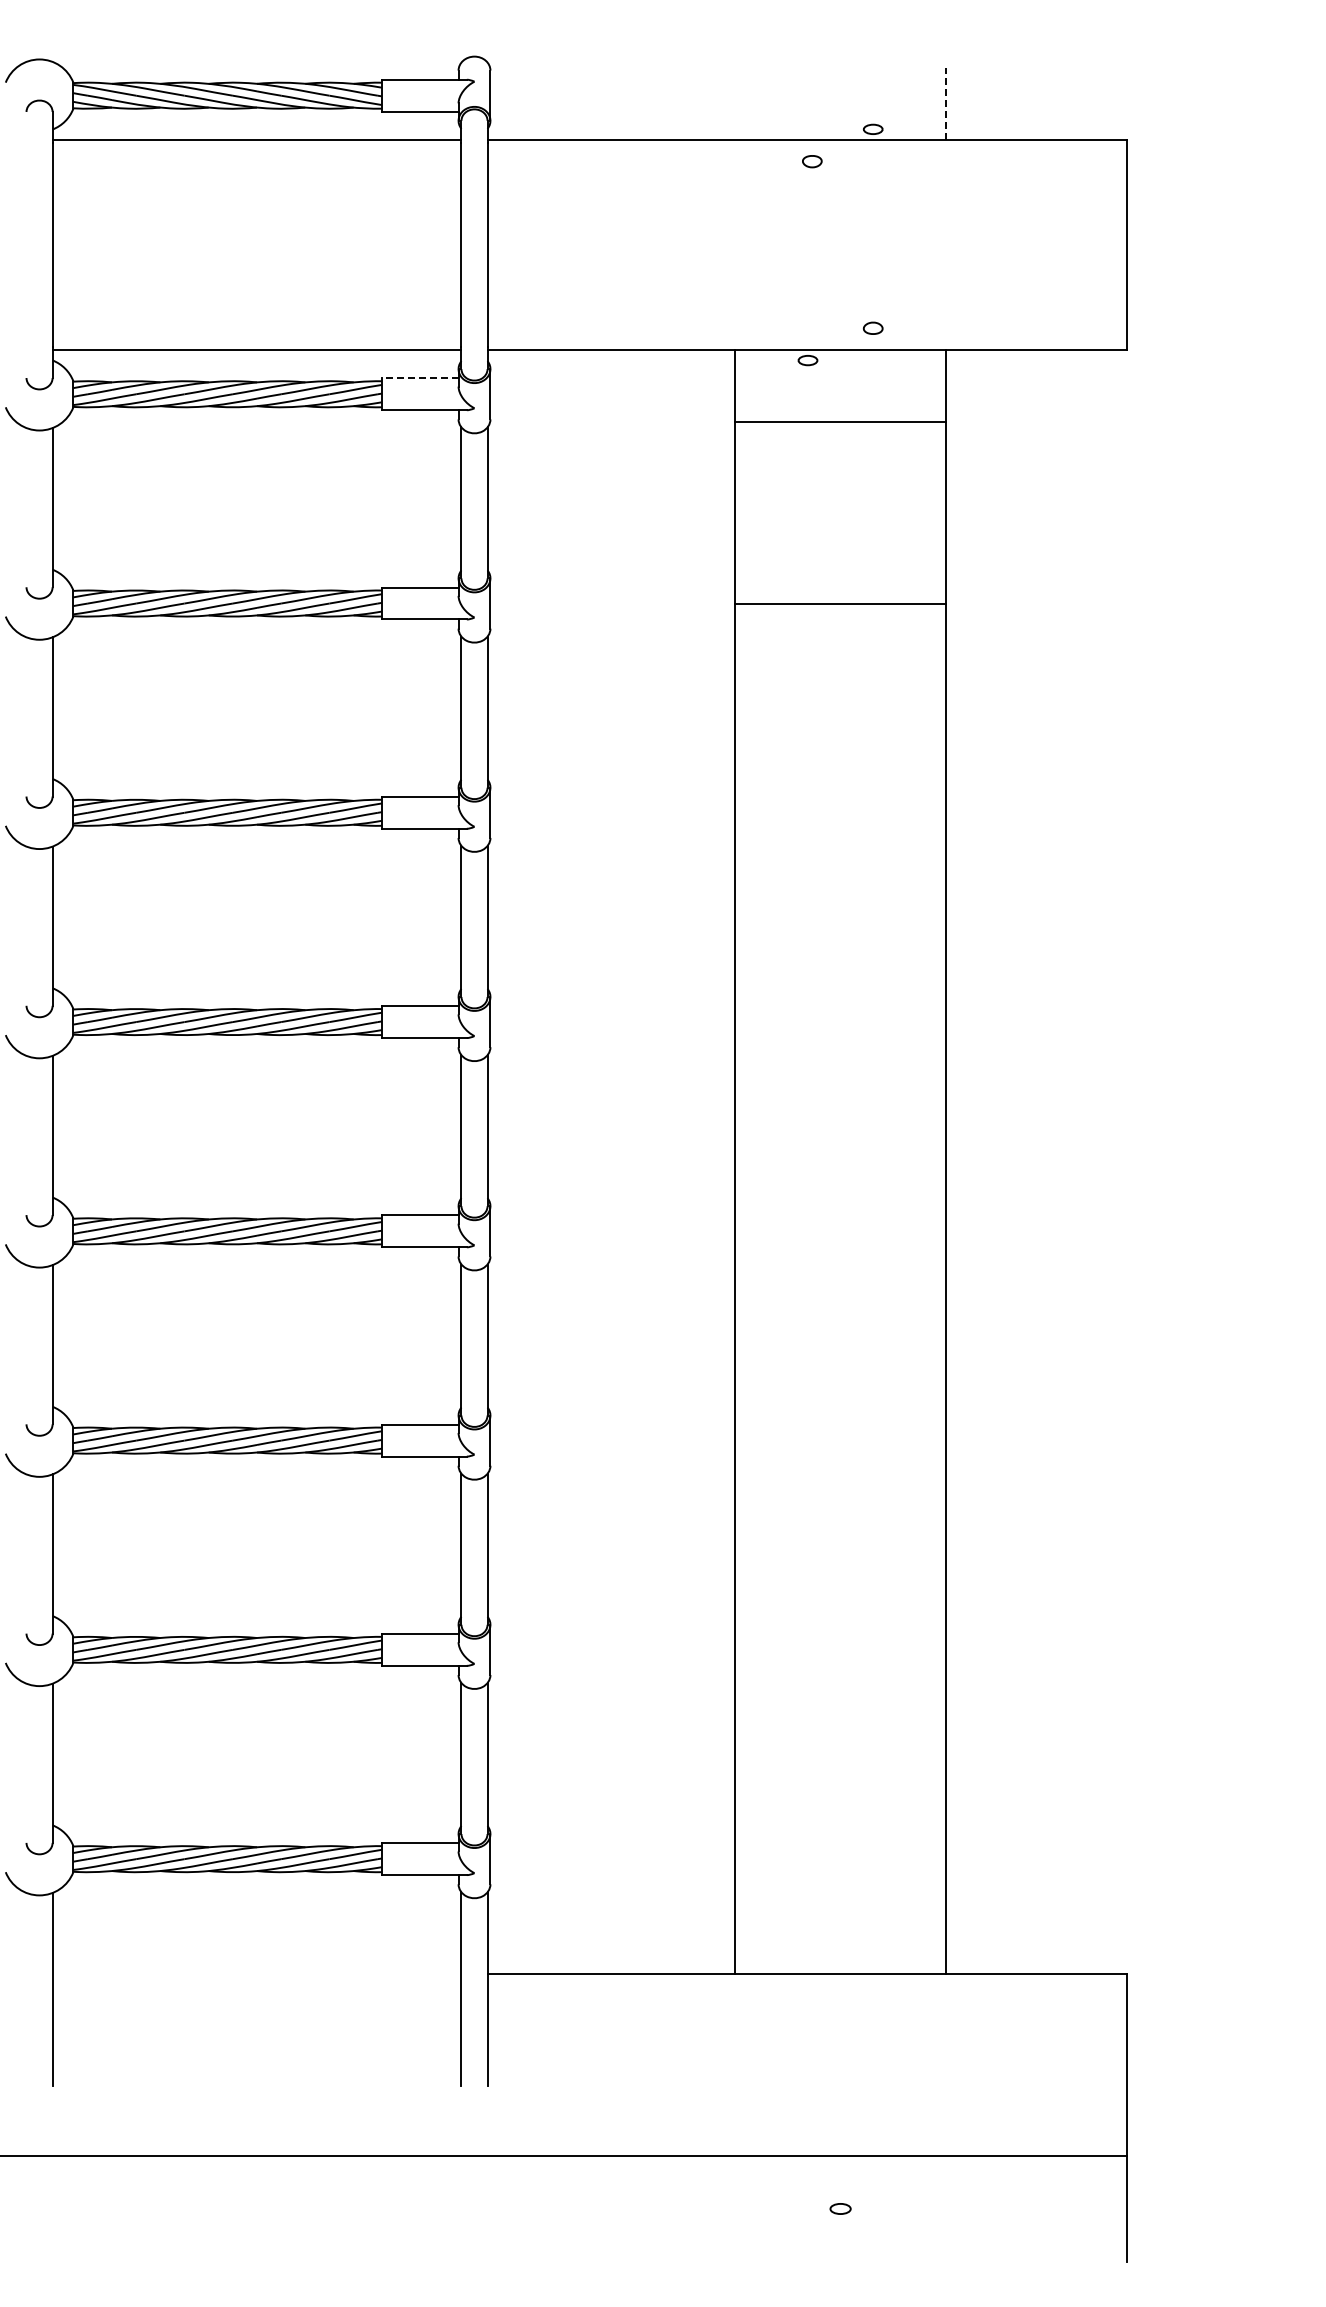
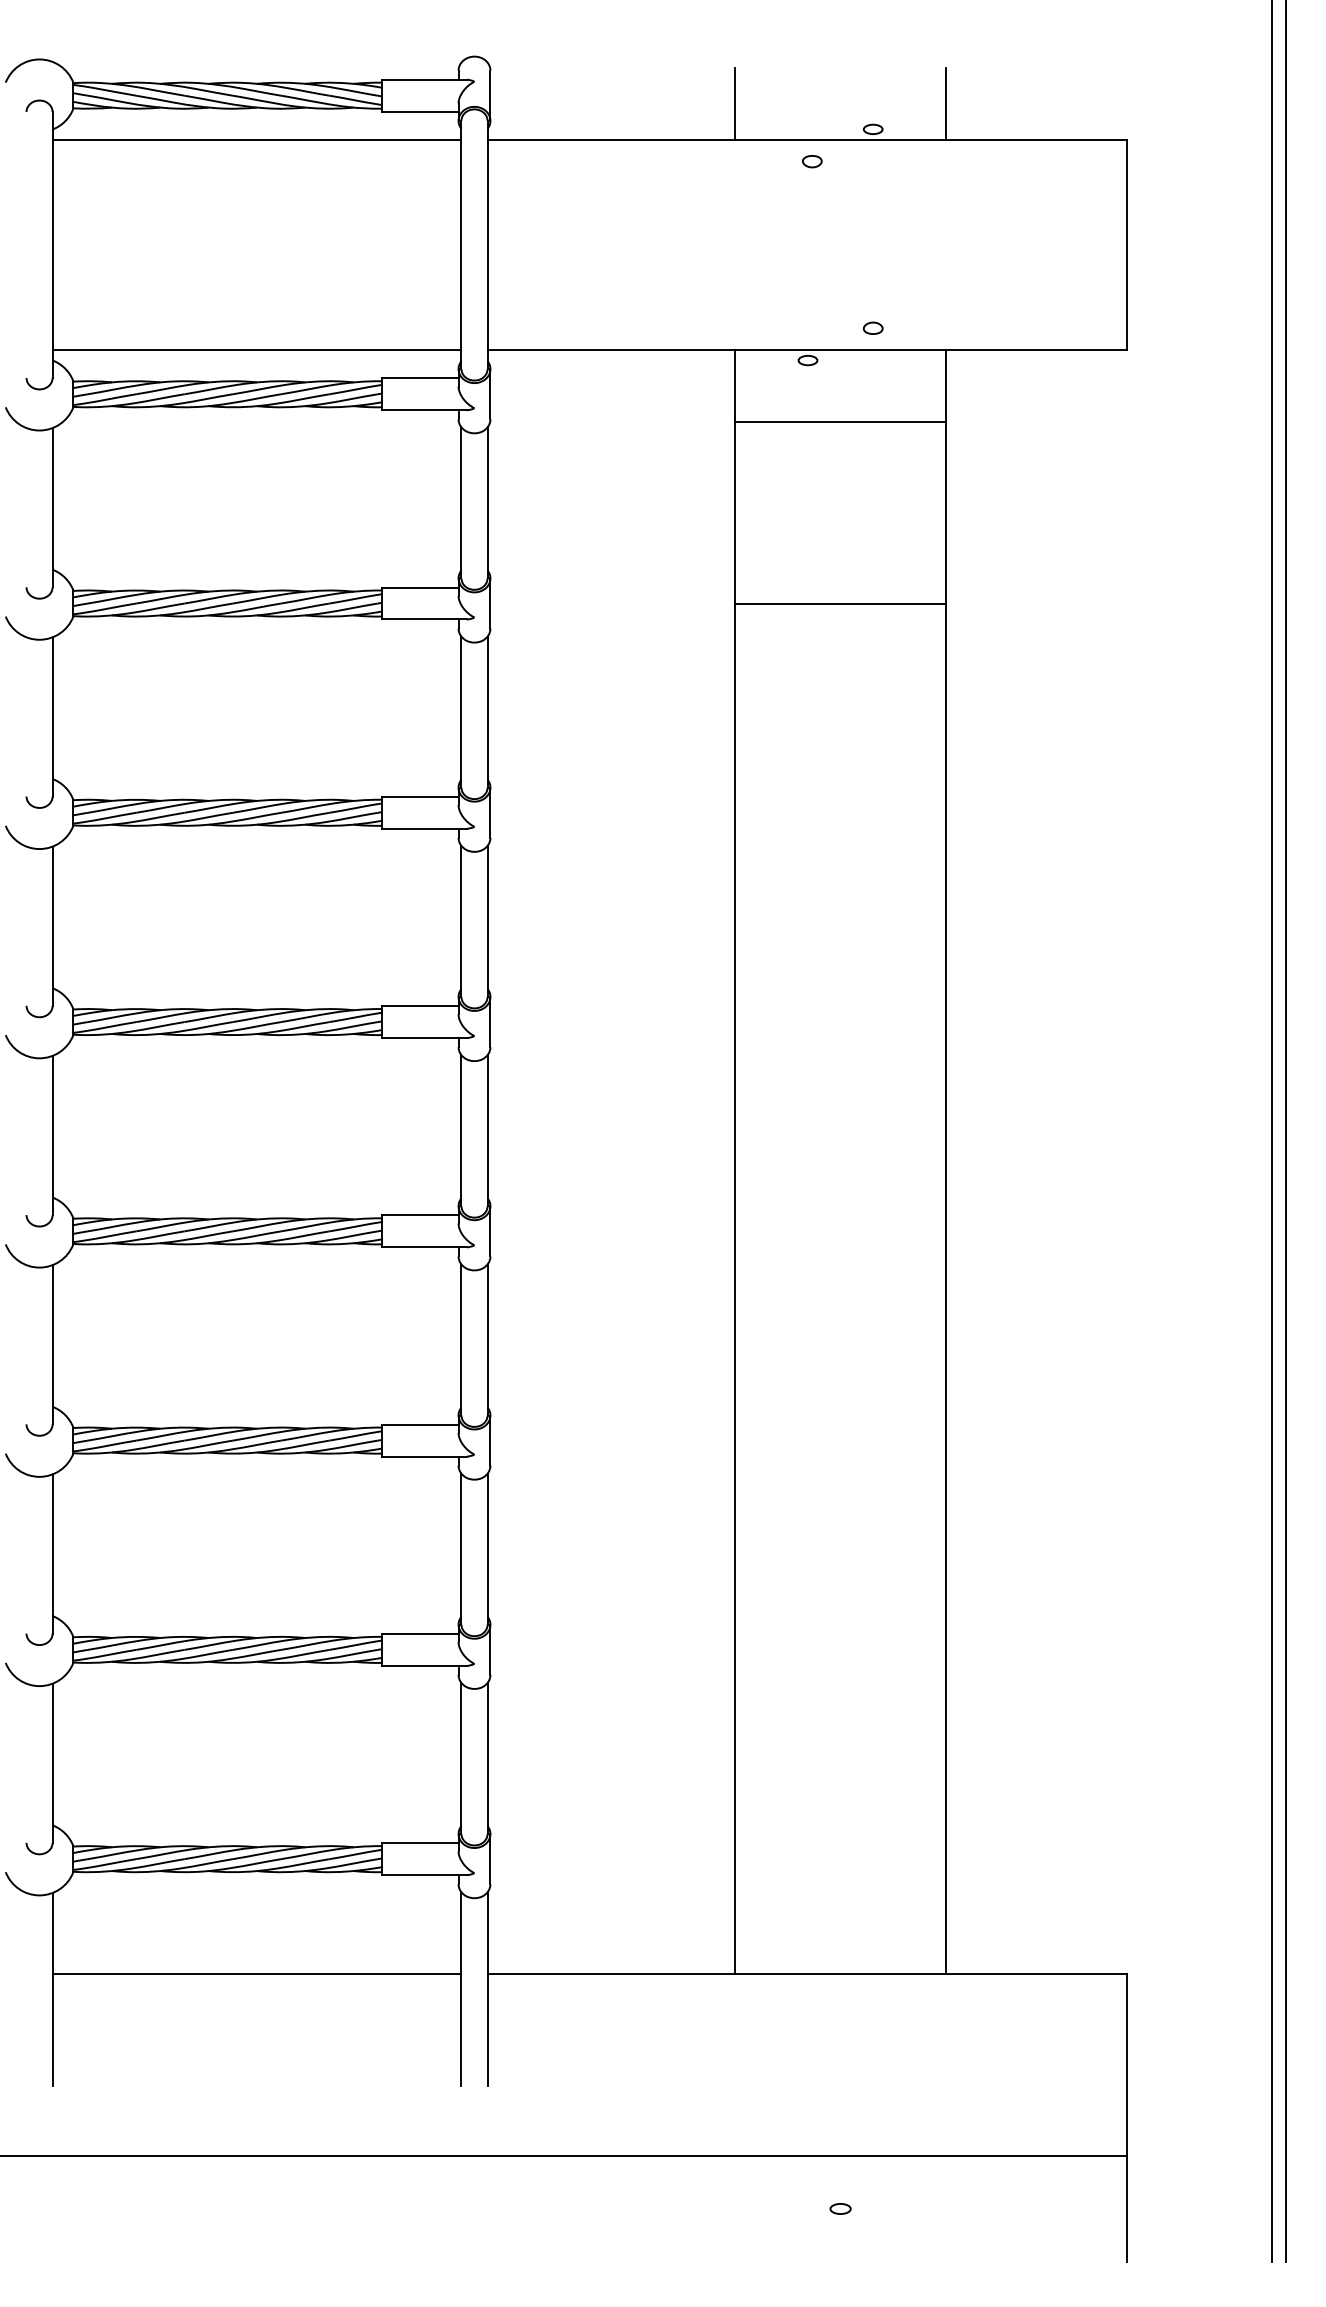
line at (735, 103): none -> present
line at (945, 103): dashed -> solid
line at (419, 378): dashed -> solid
line at (1271, 1131): none -> present
line at (1286, 1131): none -> present
line at (256, 1974): none -> present
